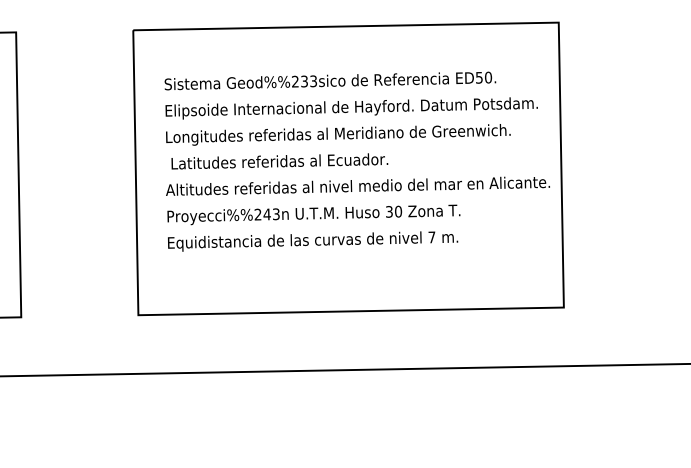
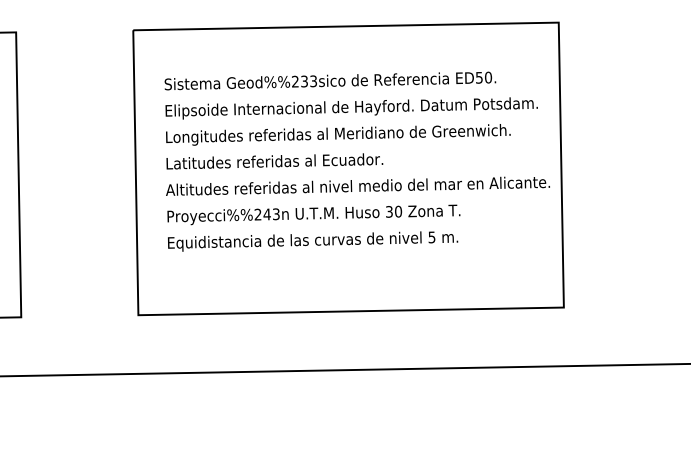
text at (279, 161) position: (279, 161) -> (274, 161)
text at (431, 237): 7 -> 5
